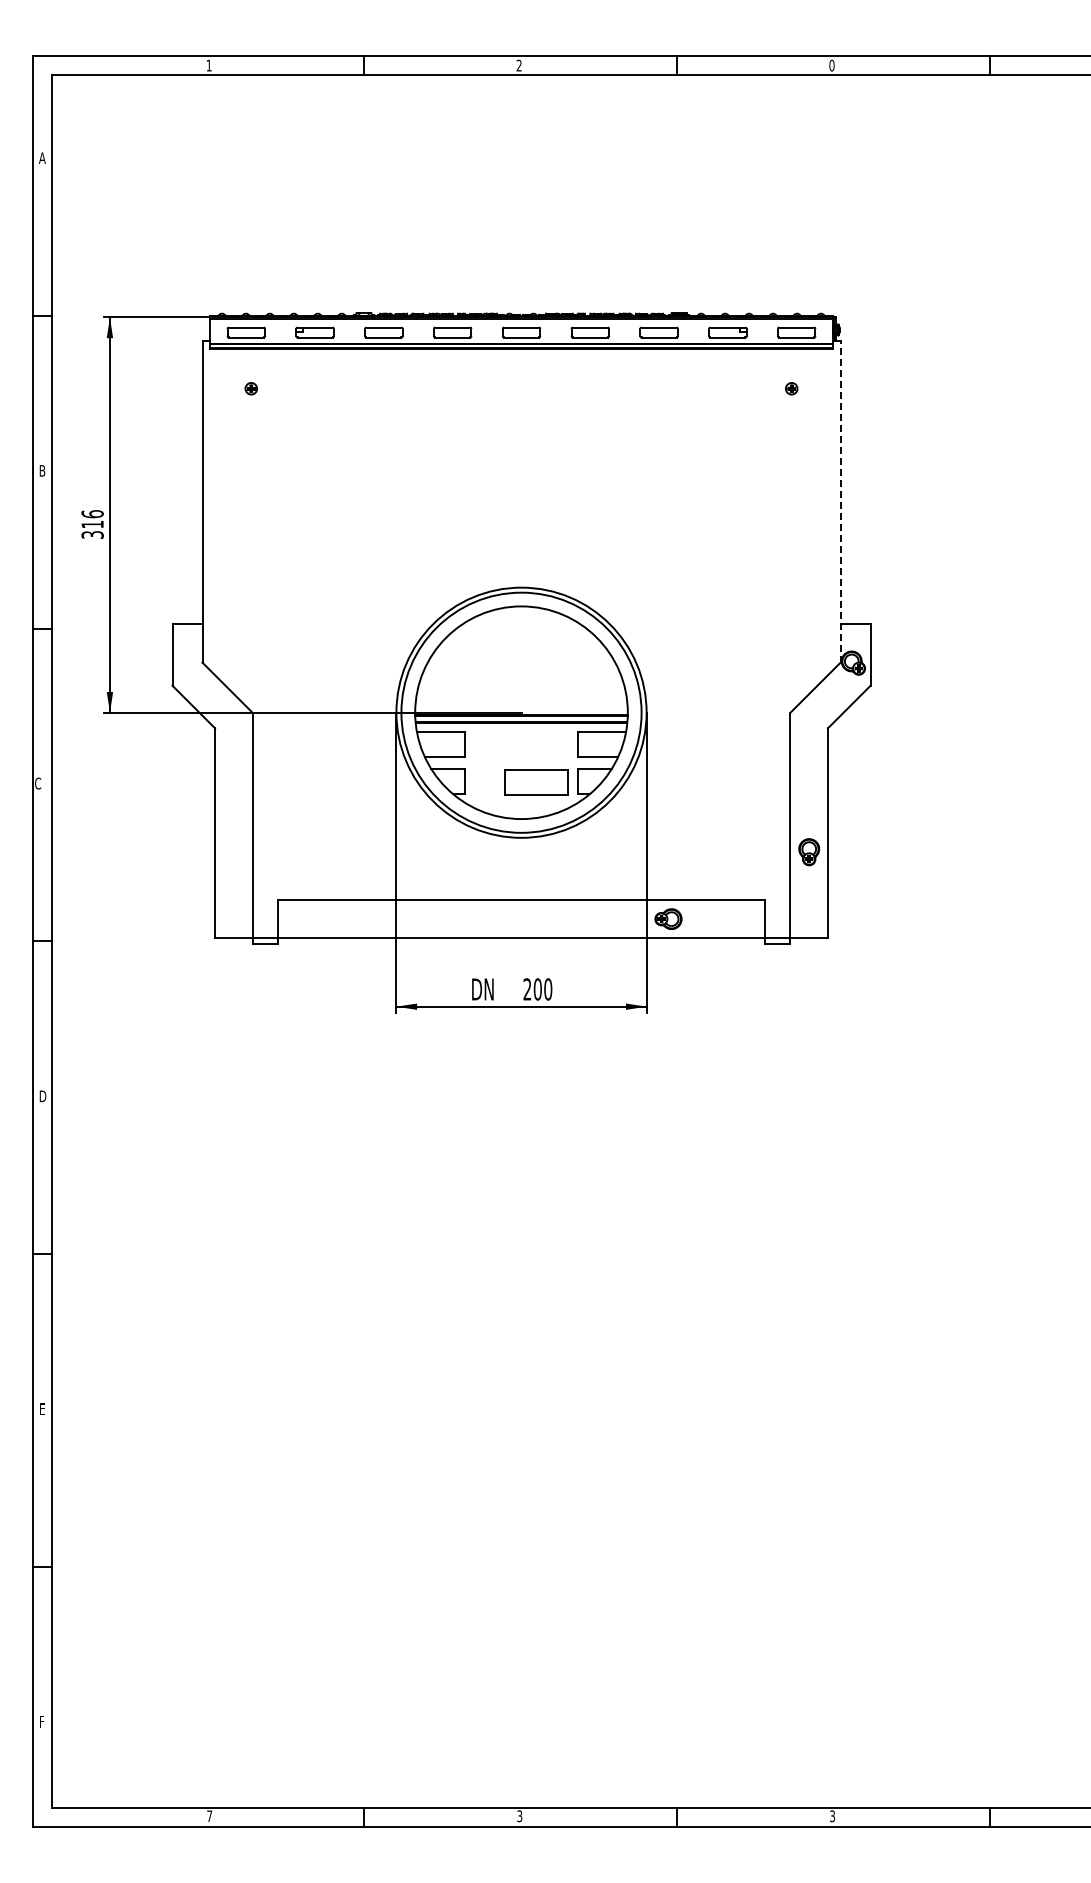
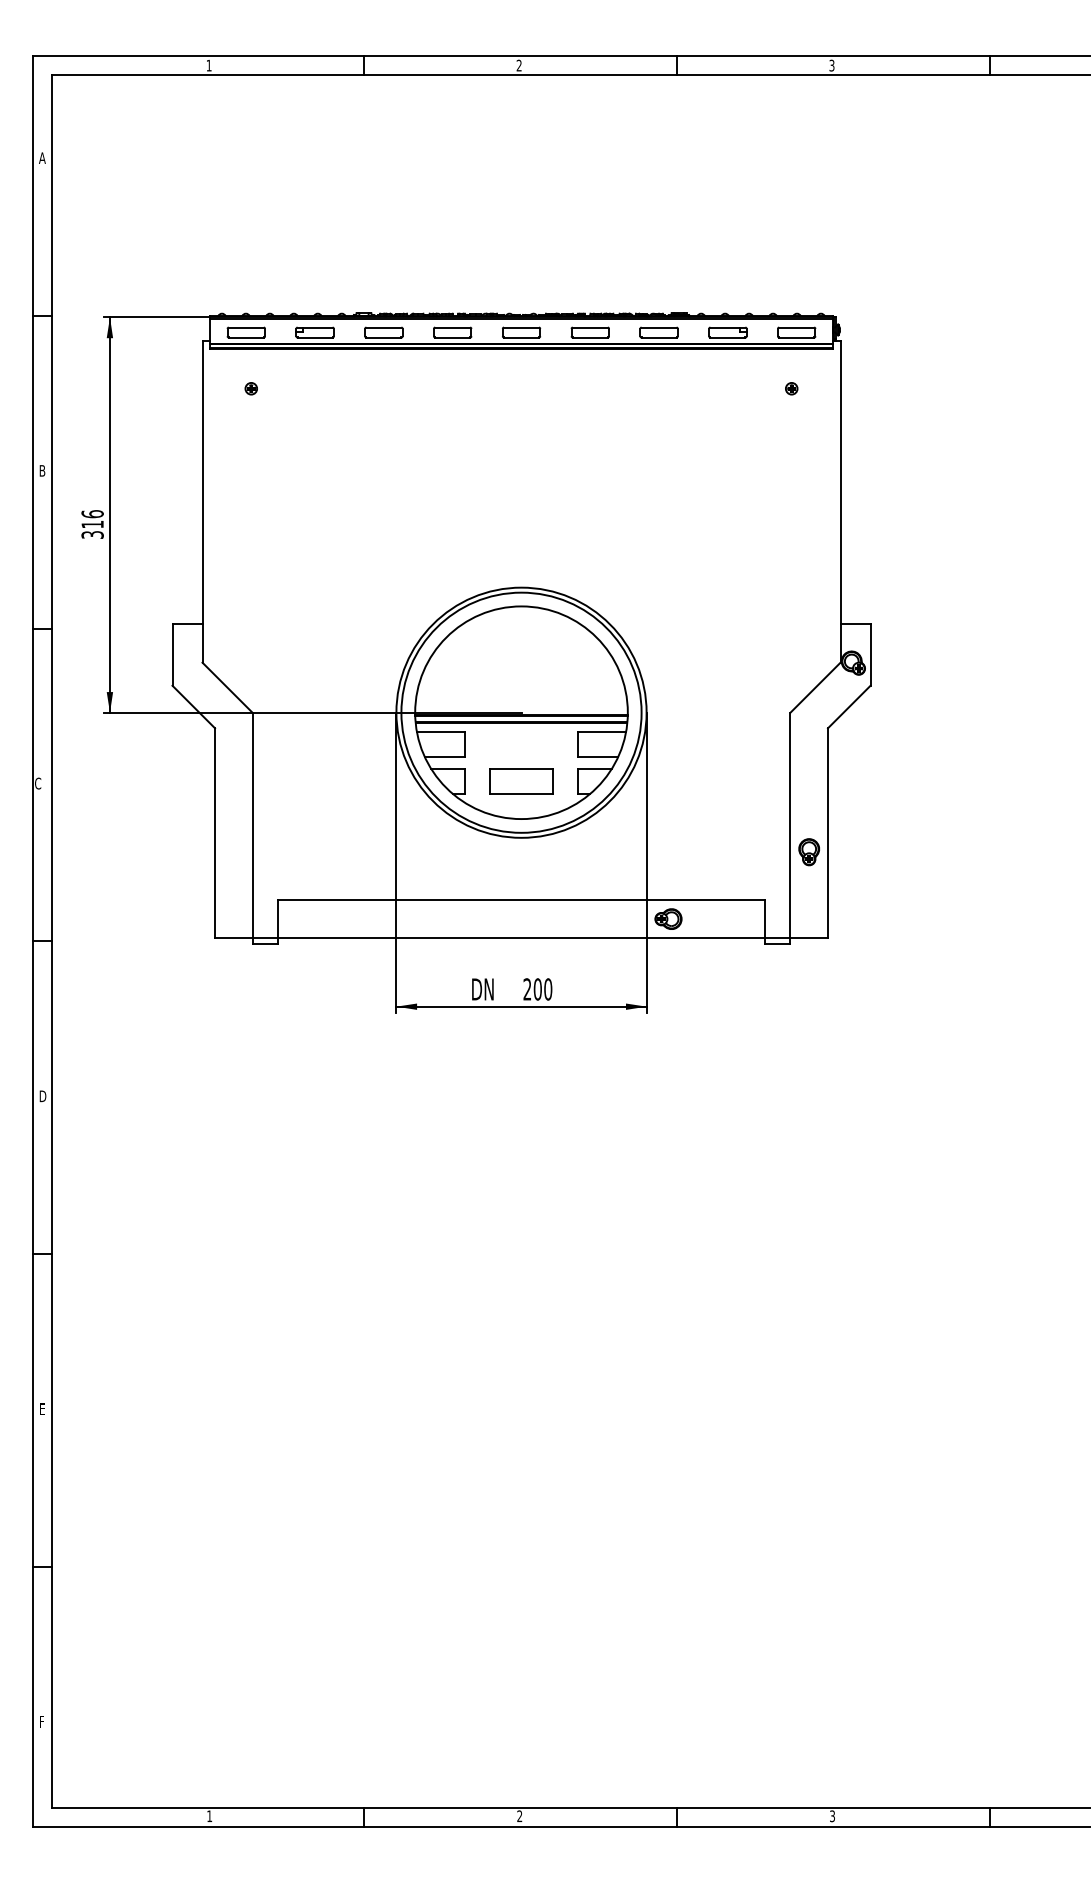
text at (831, 65): 0 -> 3
line at (840, 501): dashed -> solid
part at (536, 782) position: (536, 782) -> (521, 781)
text at (209, 1815): 7 -> 1
text at (519, 1816): 3 -> 2
